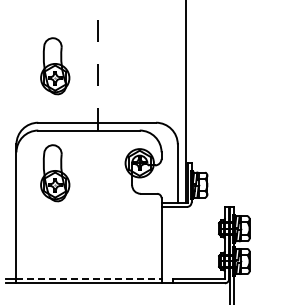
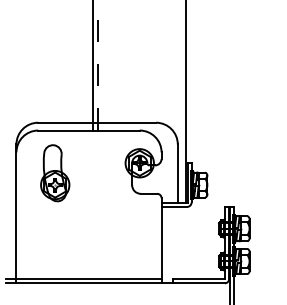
part at (55, 66): present -> none
line at (93, 66): none -> present
line at (89, 278): dashed -> solid
